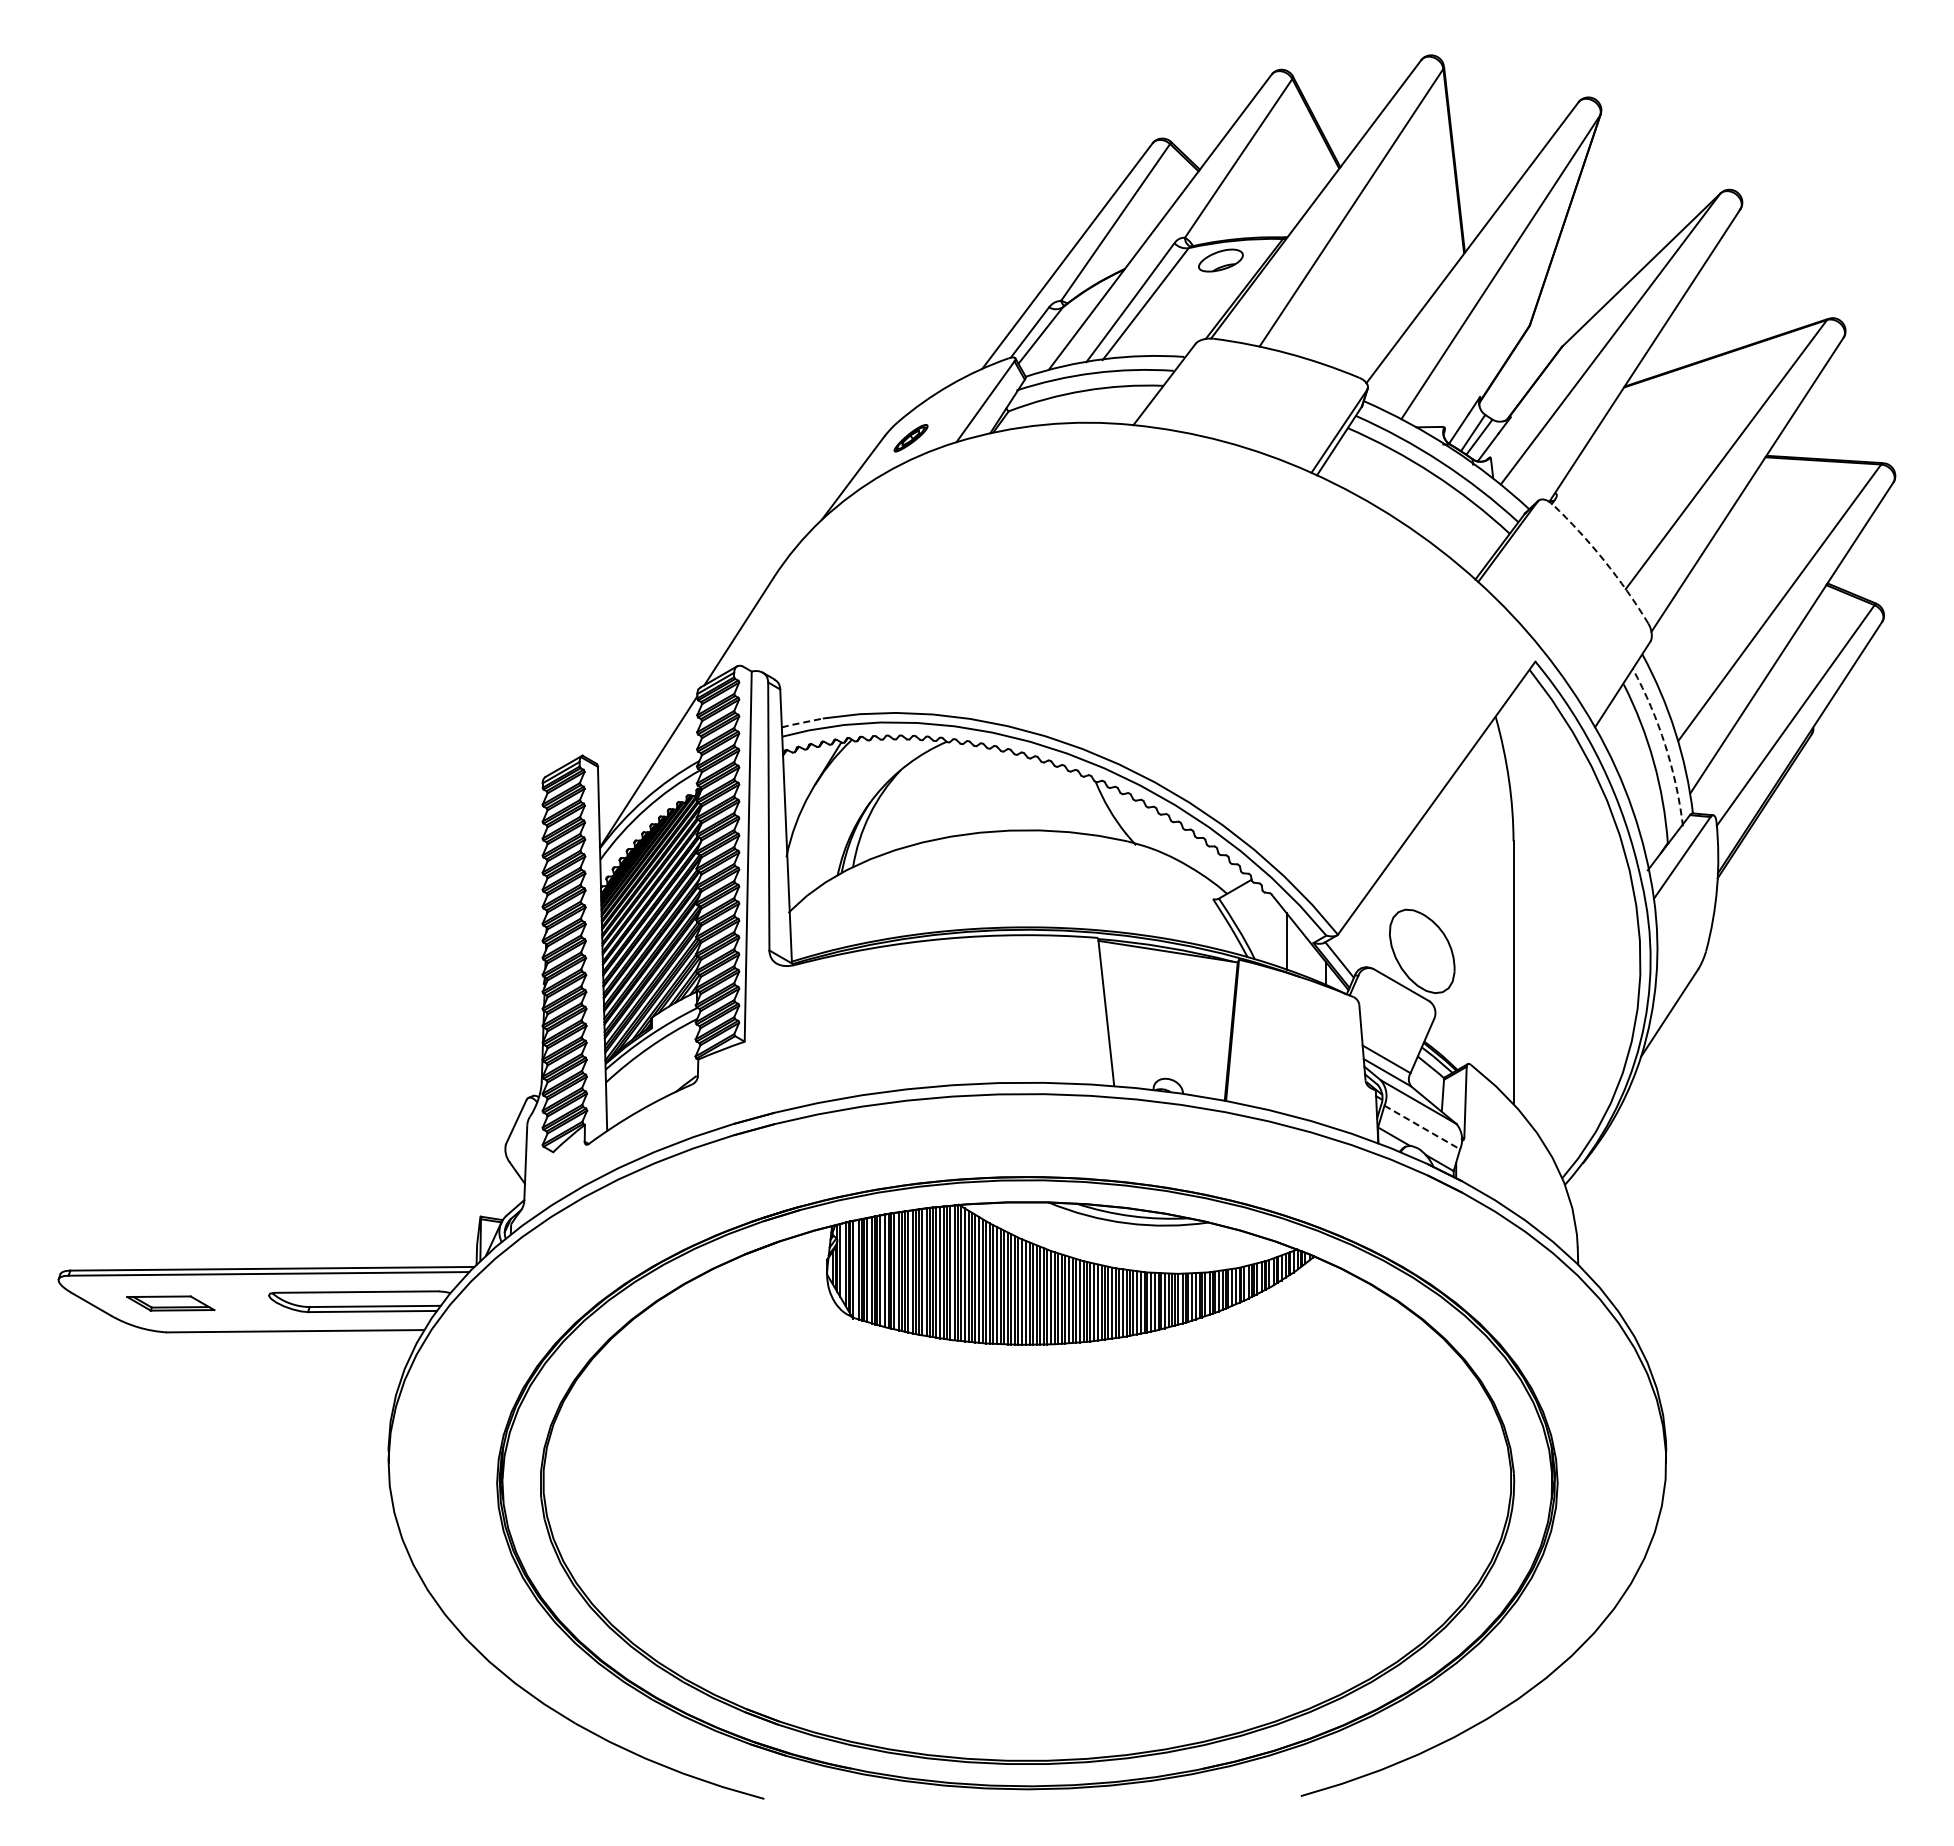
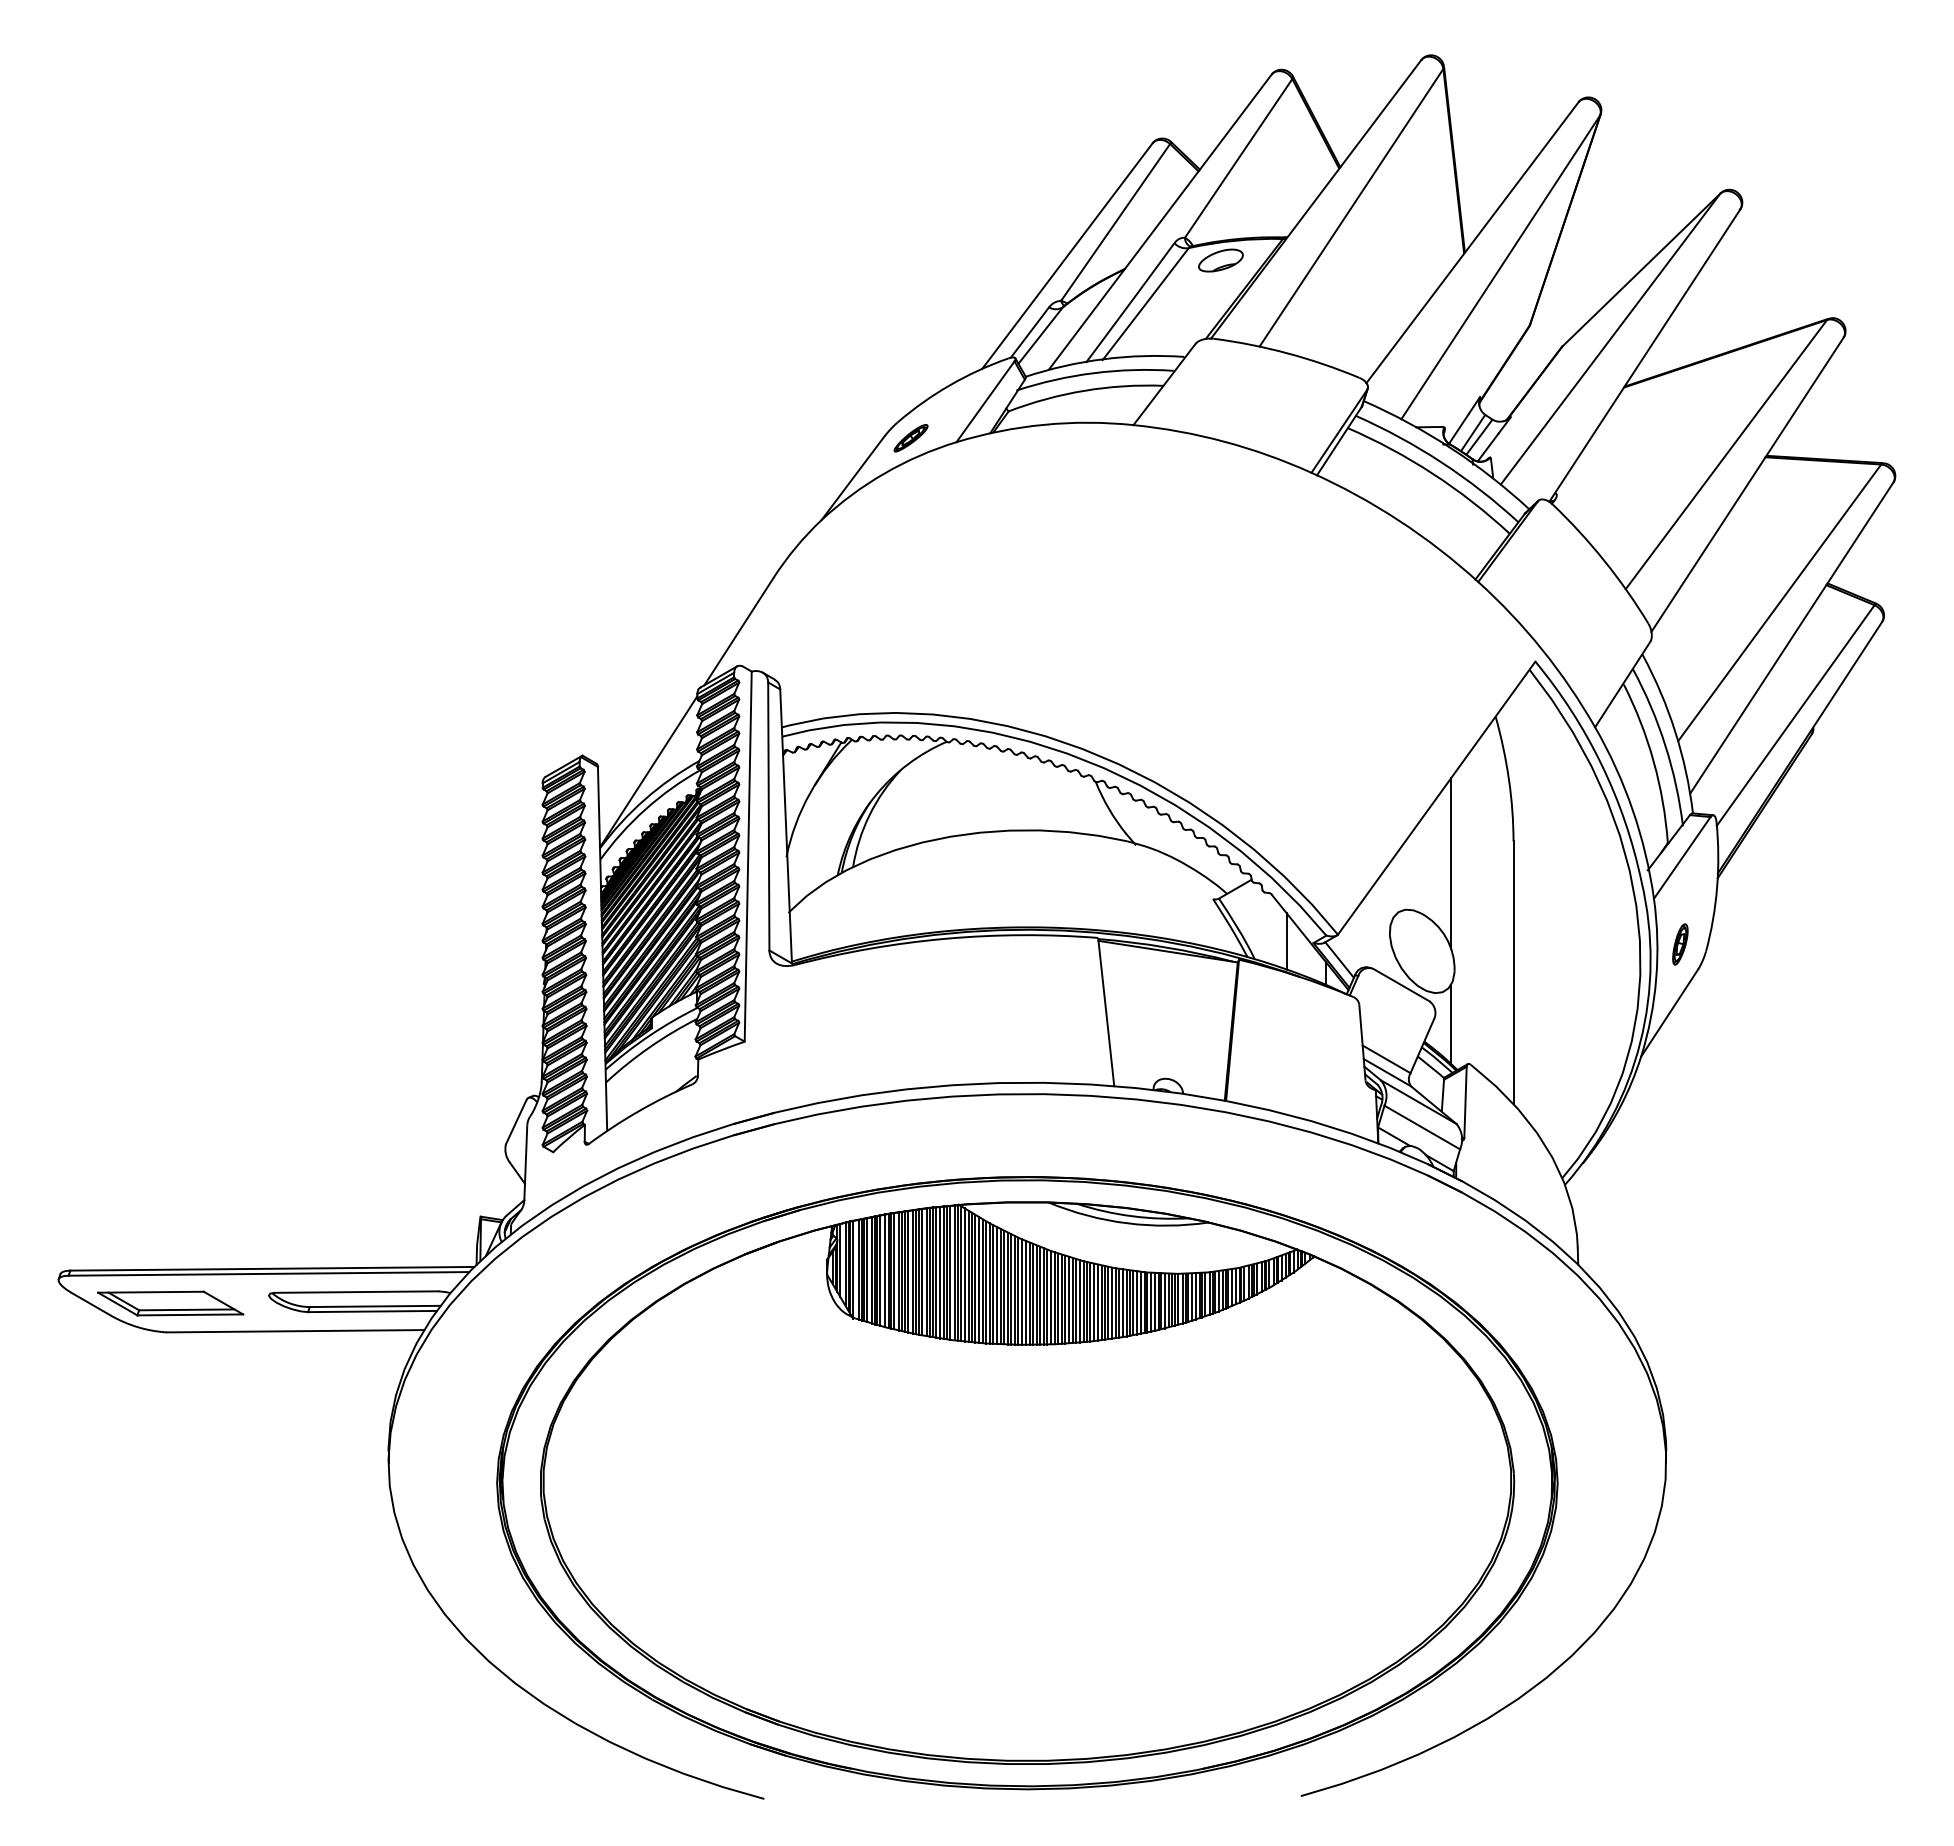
arc at (1604, 560): dashed -> solid
line at (801, 722): dashed -> solid
arc at (1665, 745): dashed -> solid
line at (1451, 863): none -> present
part at (1680, 944): none -> present
line at (1451, 1024): none -> present
line at (1422, 1127): dashed -> solid
part at (170, 1303) size: 90x17 px -> 148x27 px
